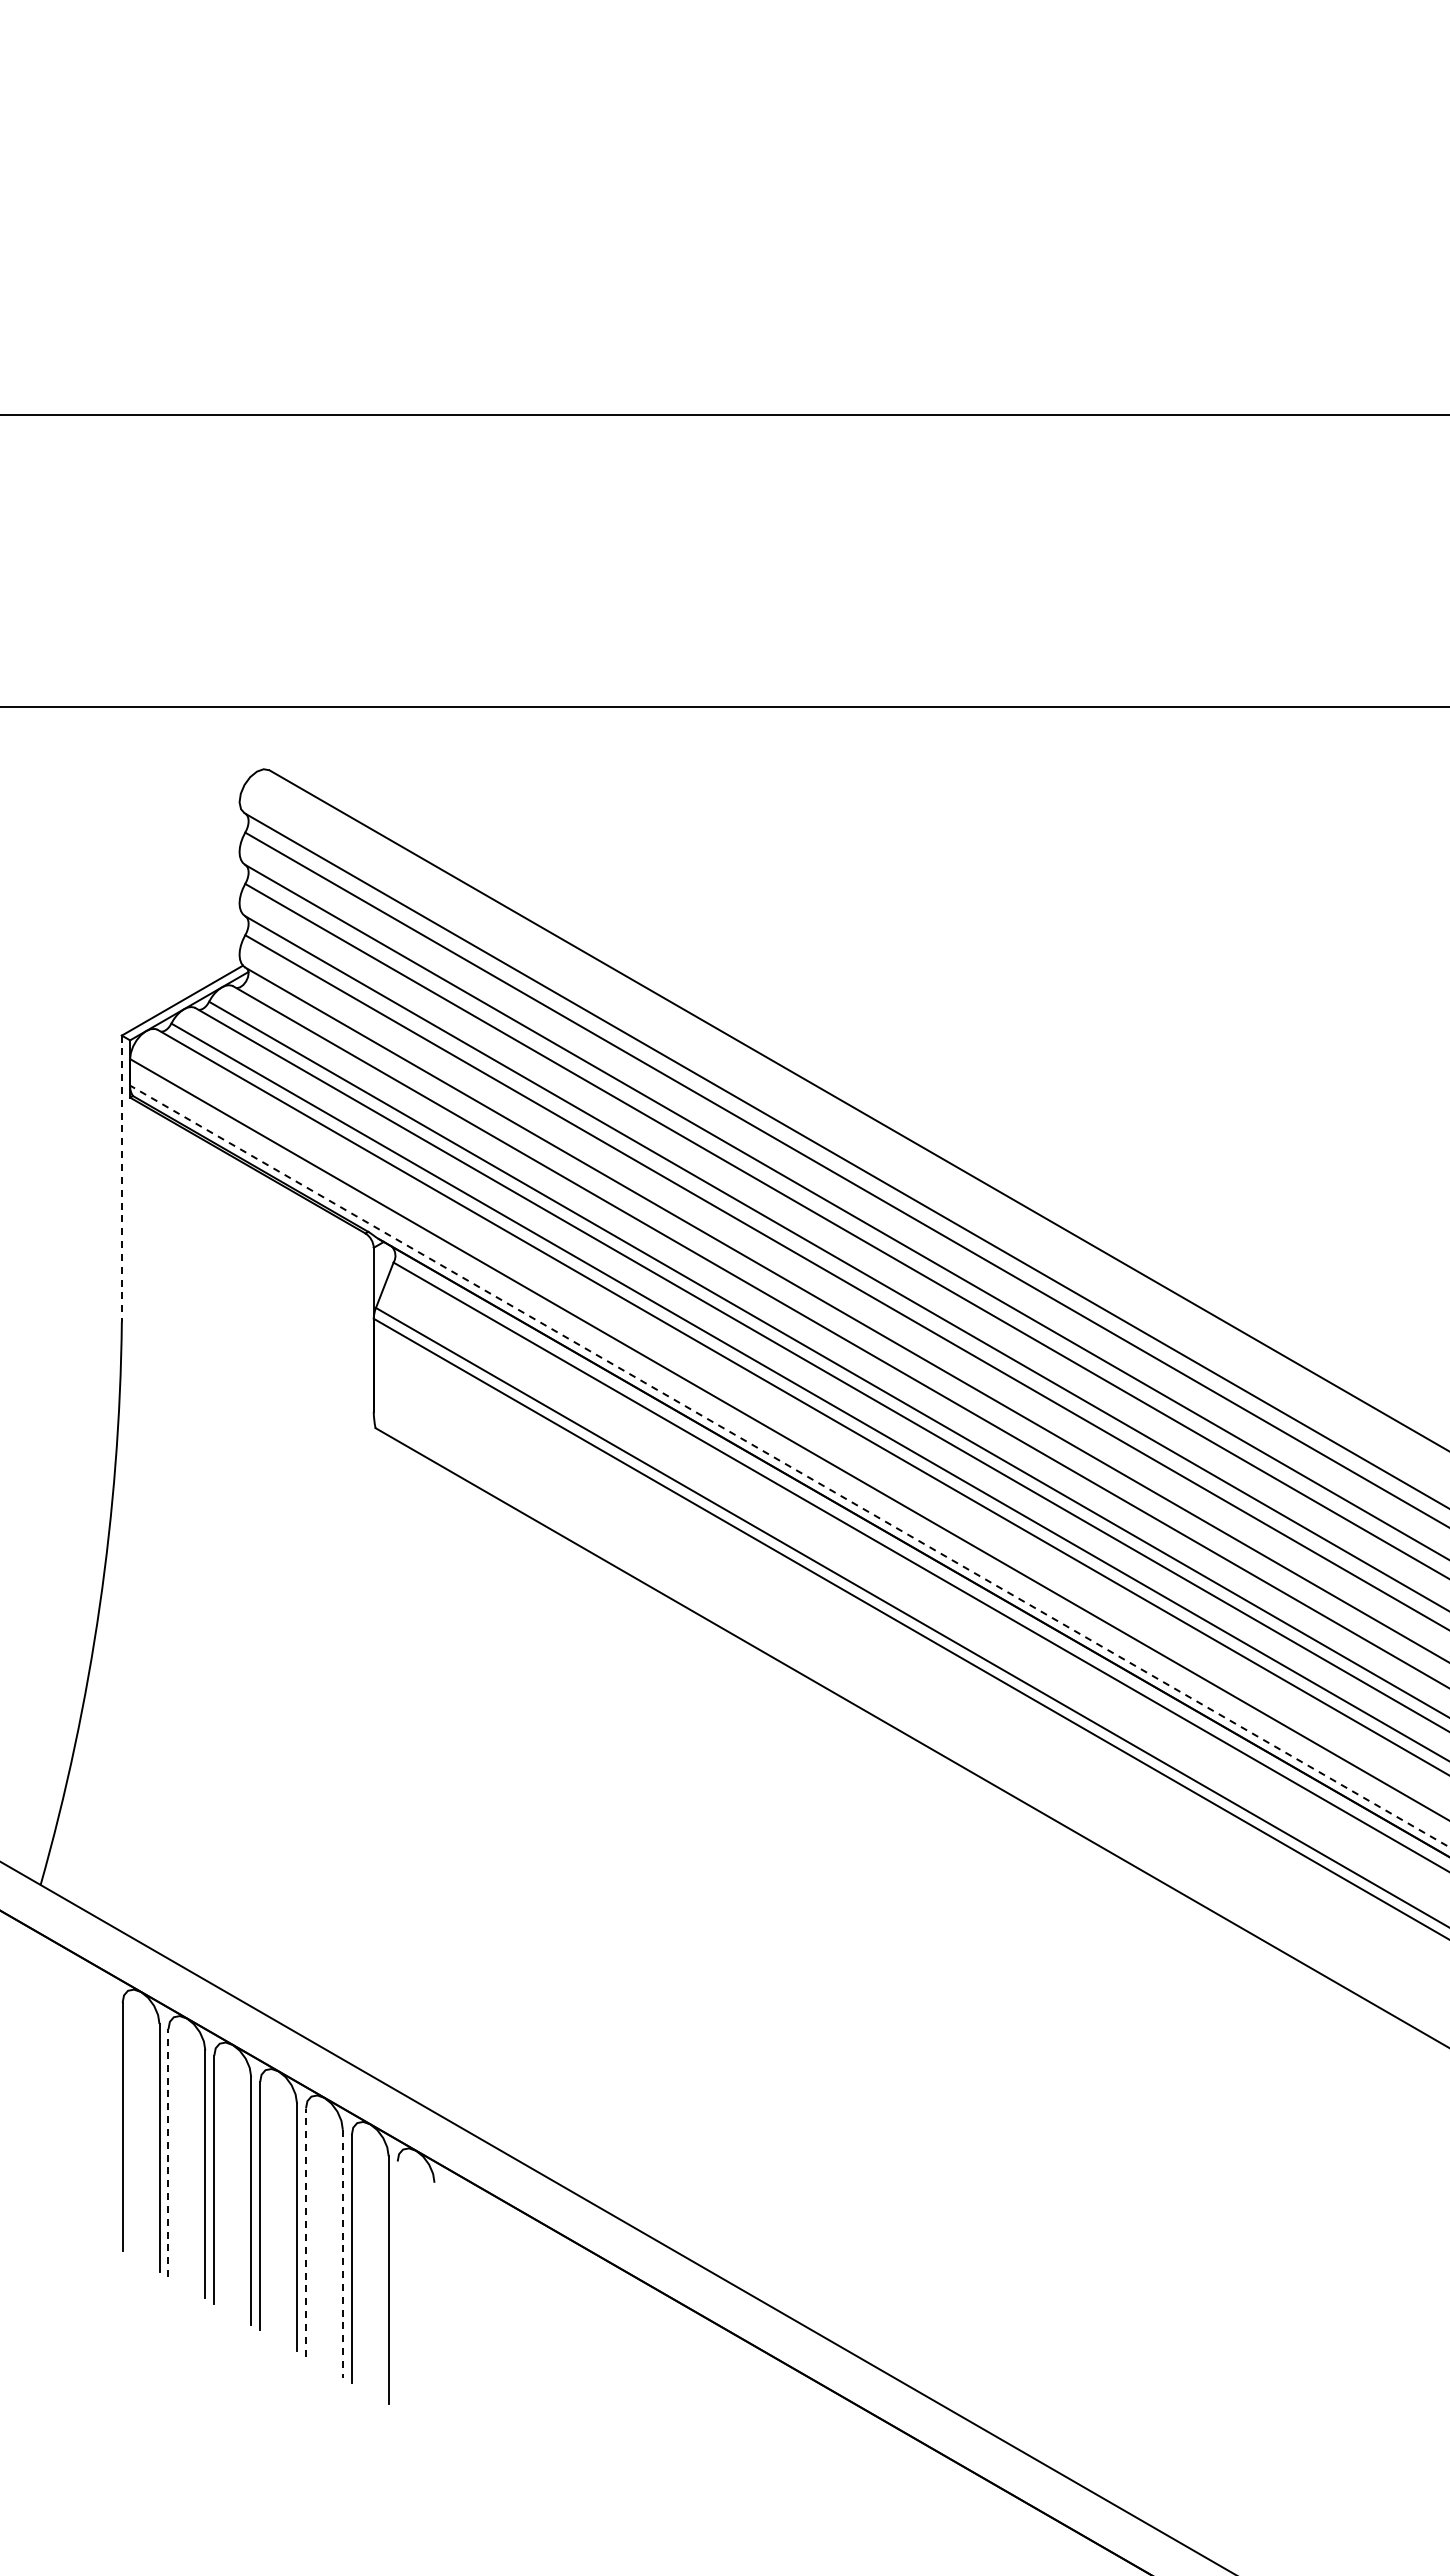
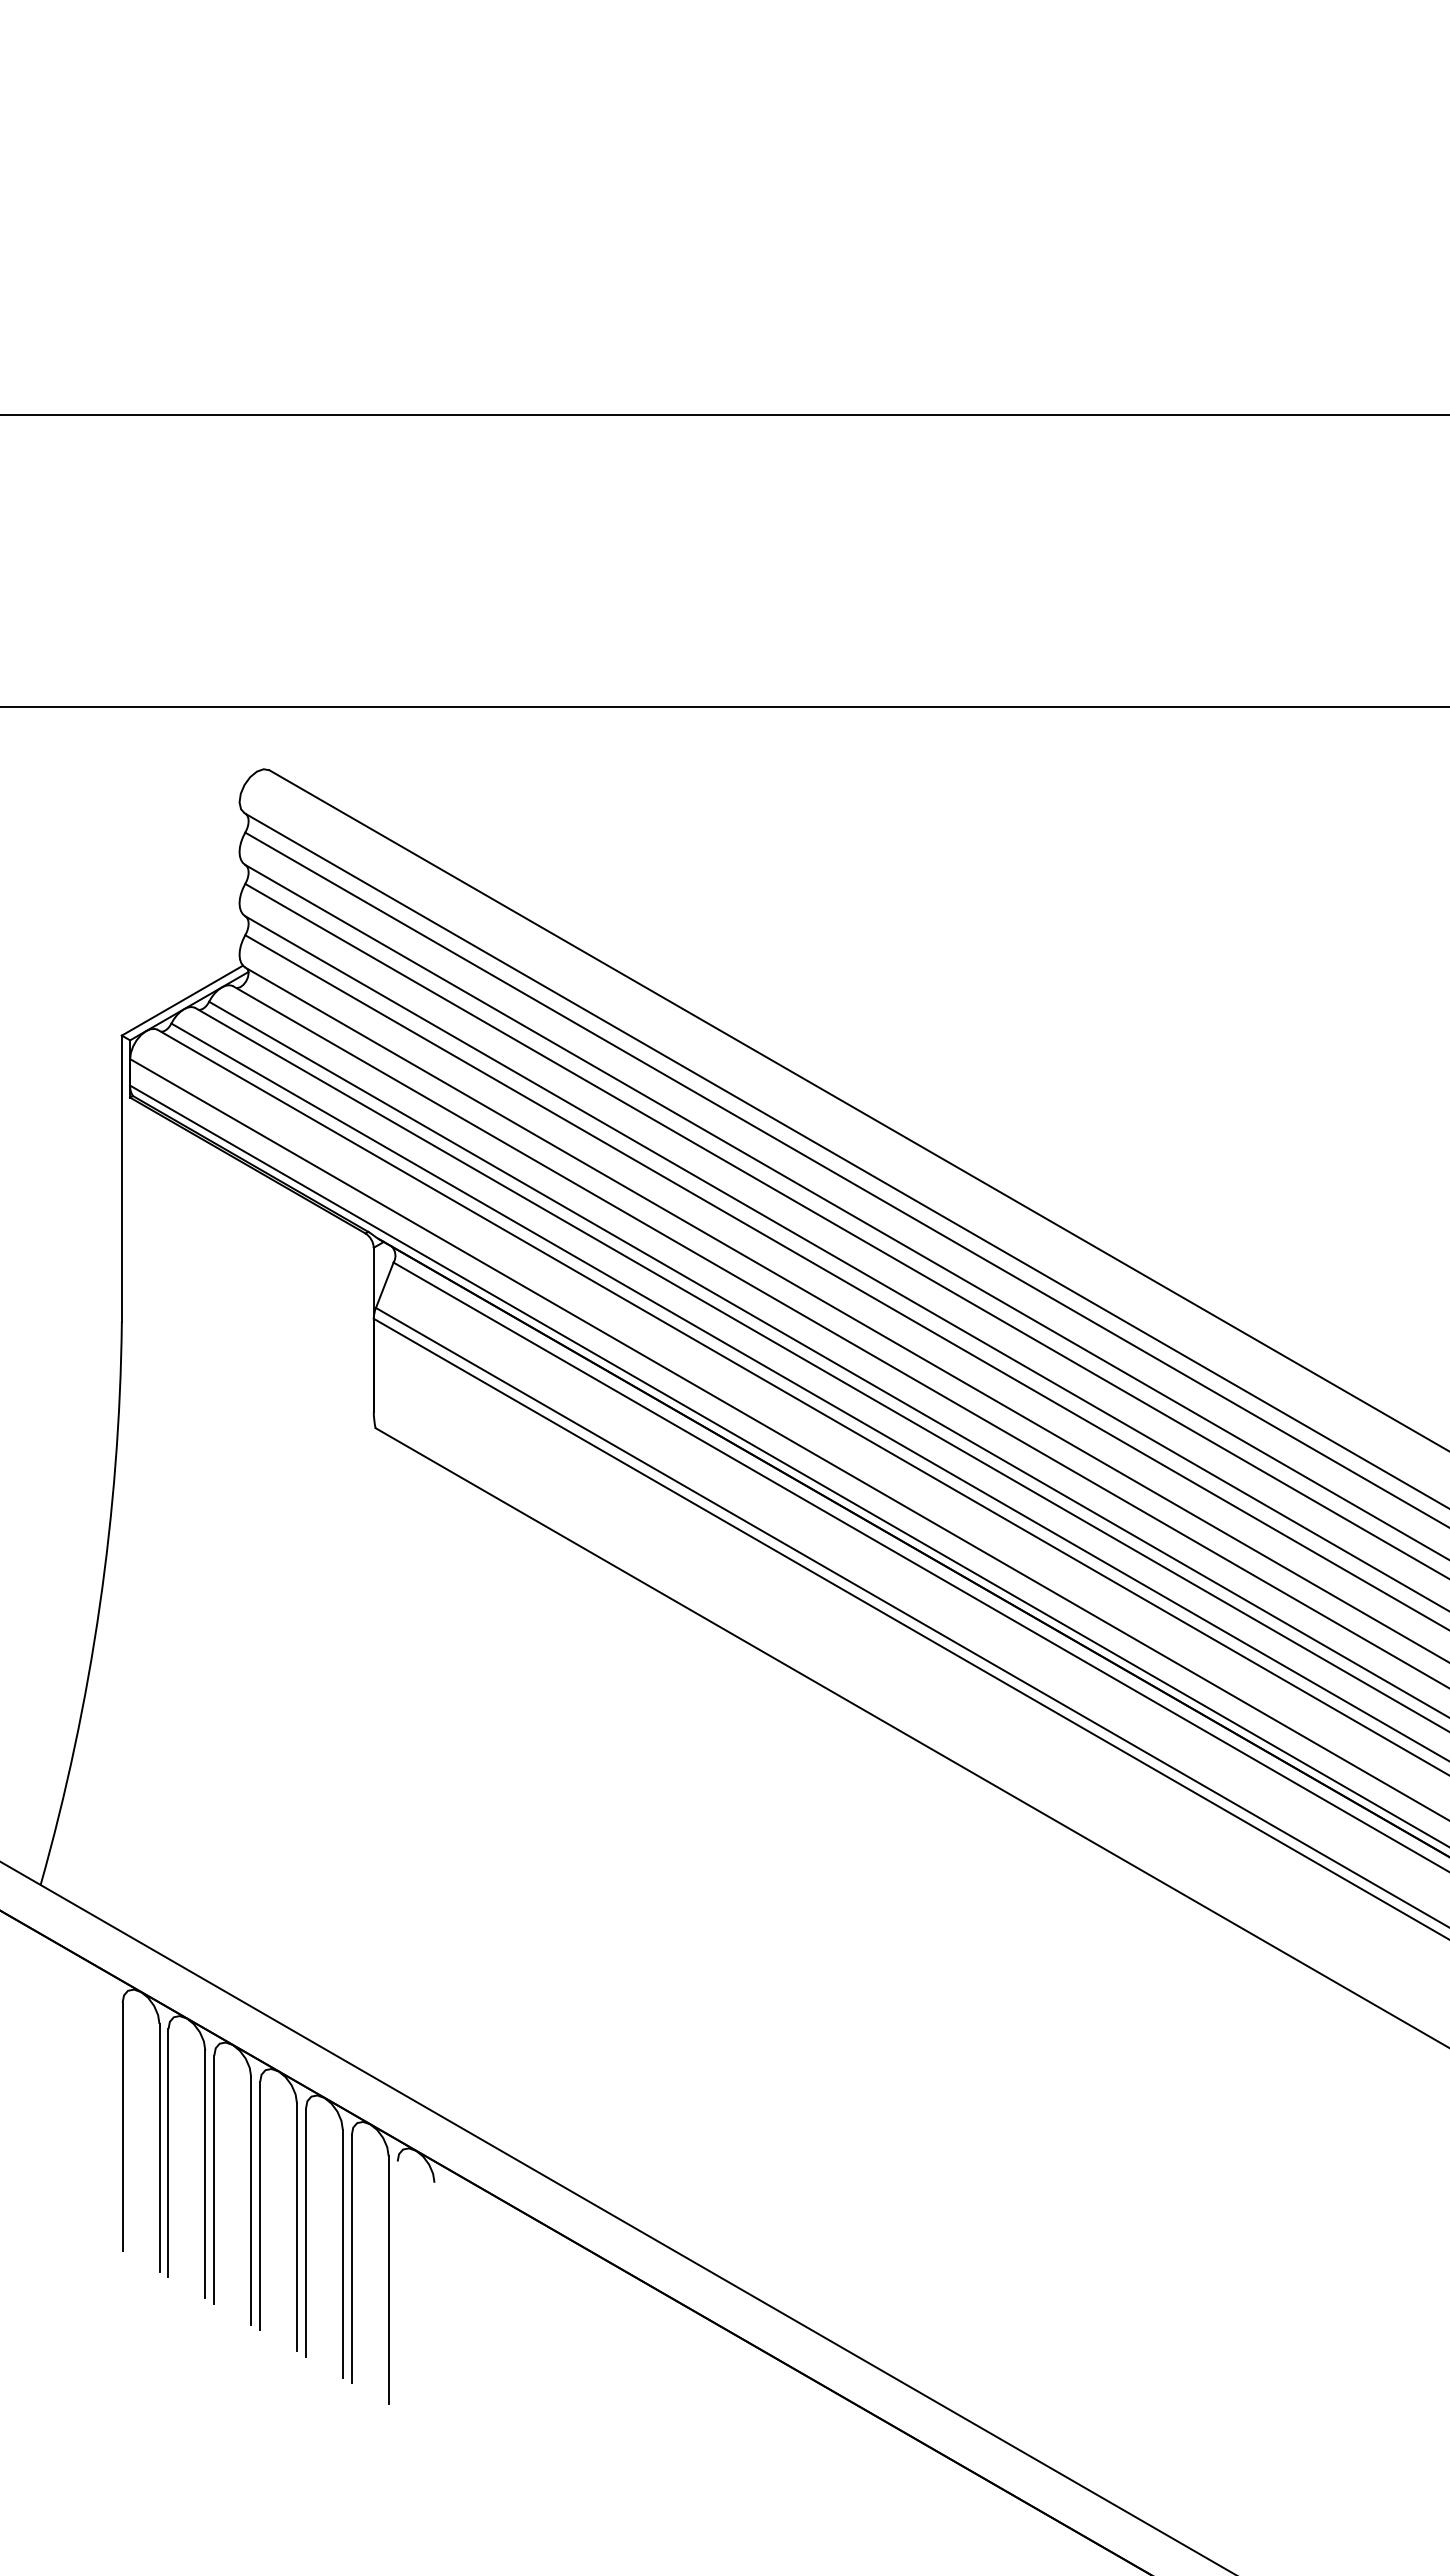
line at (121, 1179): dashed -> solid
line at (789, 1466): dashed -> solid
line at (168, 2153): dashed -> solid
line at (305, 2232): dashed -> solid
line at (342, 2253): dashed -> solid
